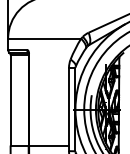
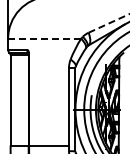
line at (110, 22): solid -> dashed
line at (45, 38): solid -> dashed
